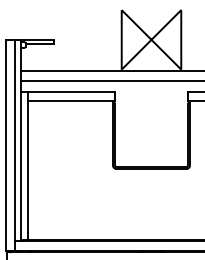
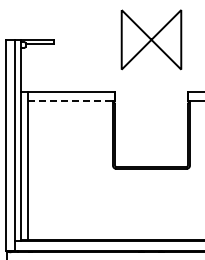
line at (110, 71): present -> none
line at (110, 80): present -> none
line at (71, 101): solid -> dashed
